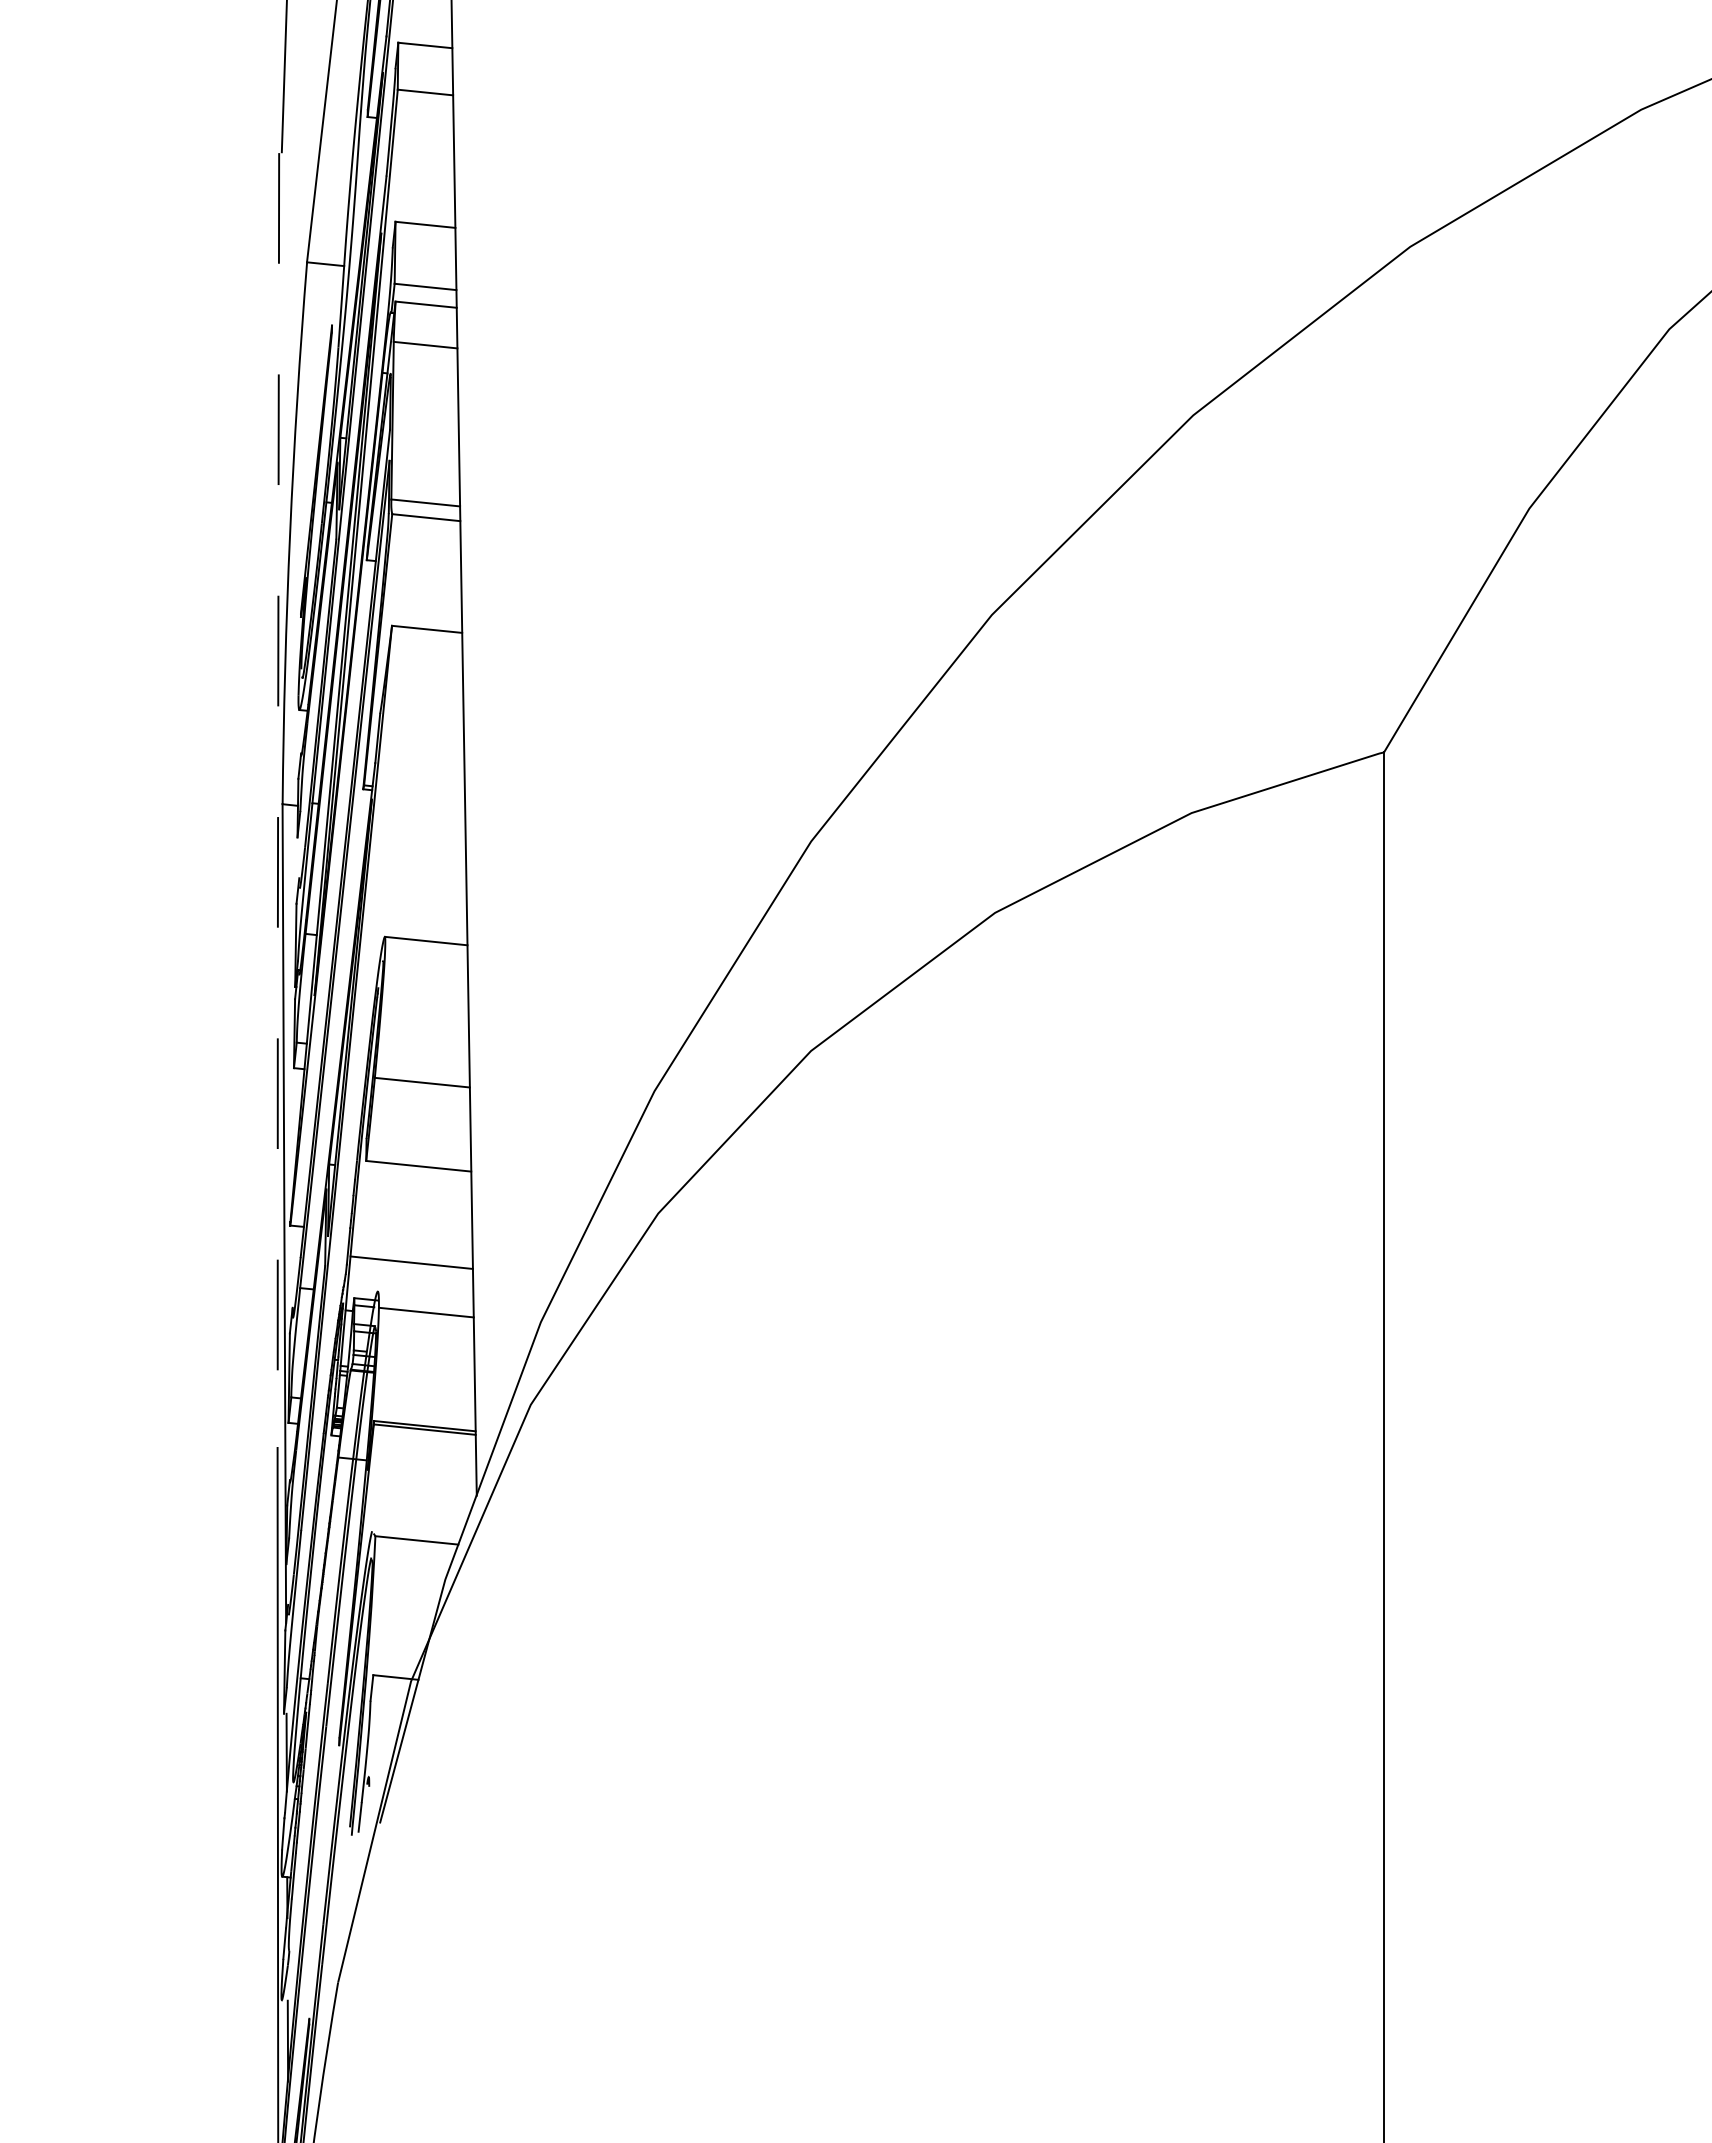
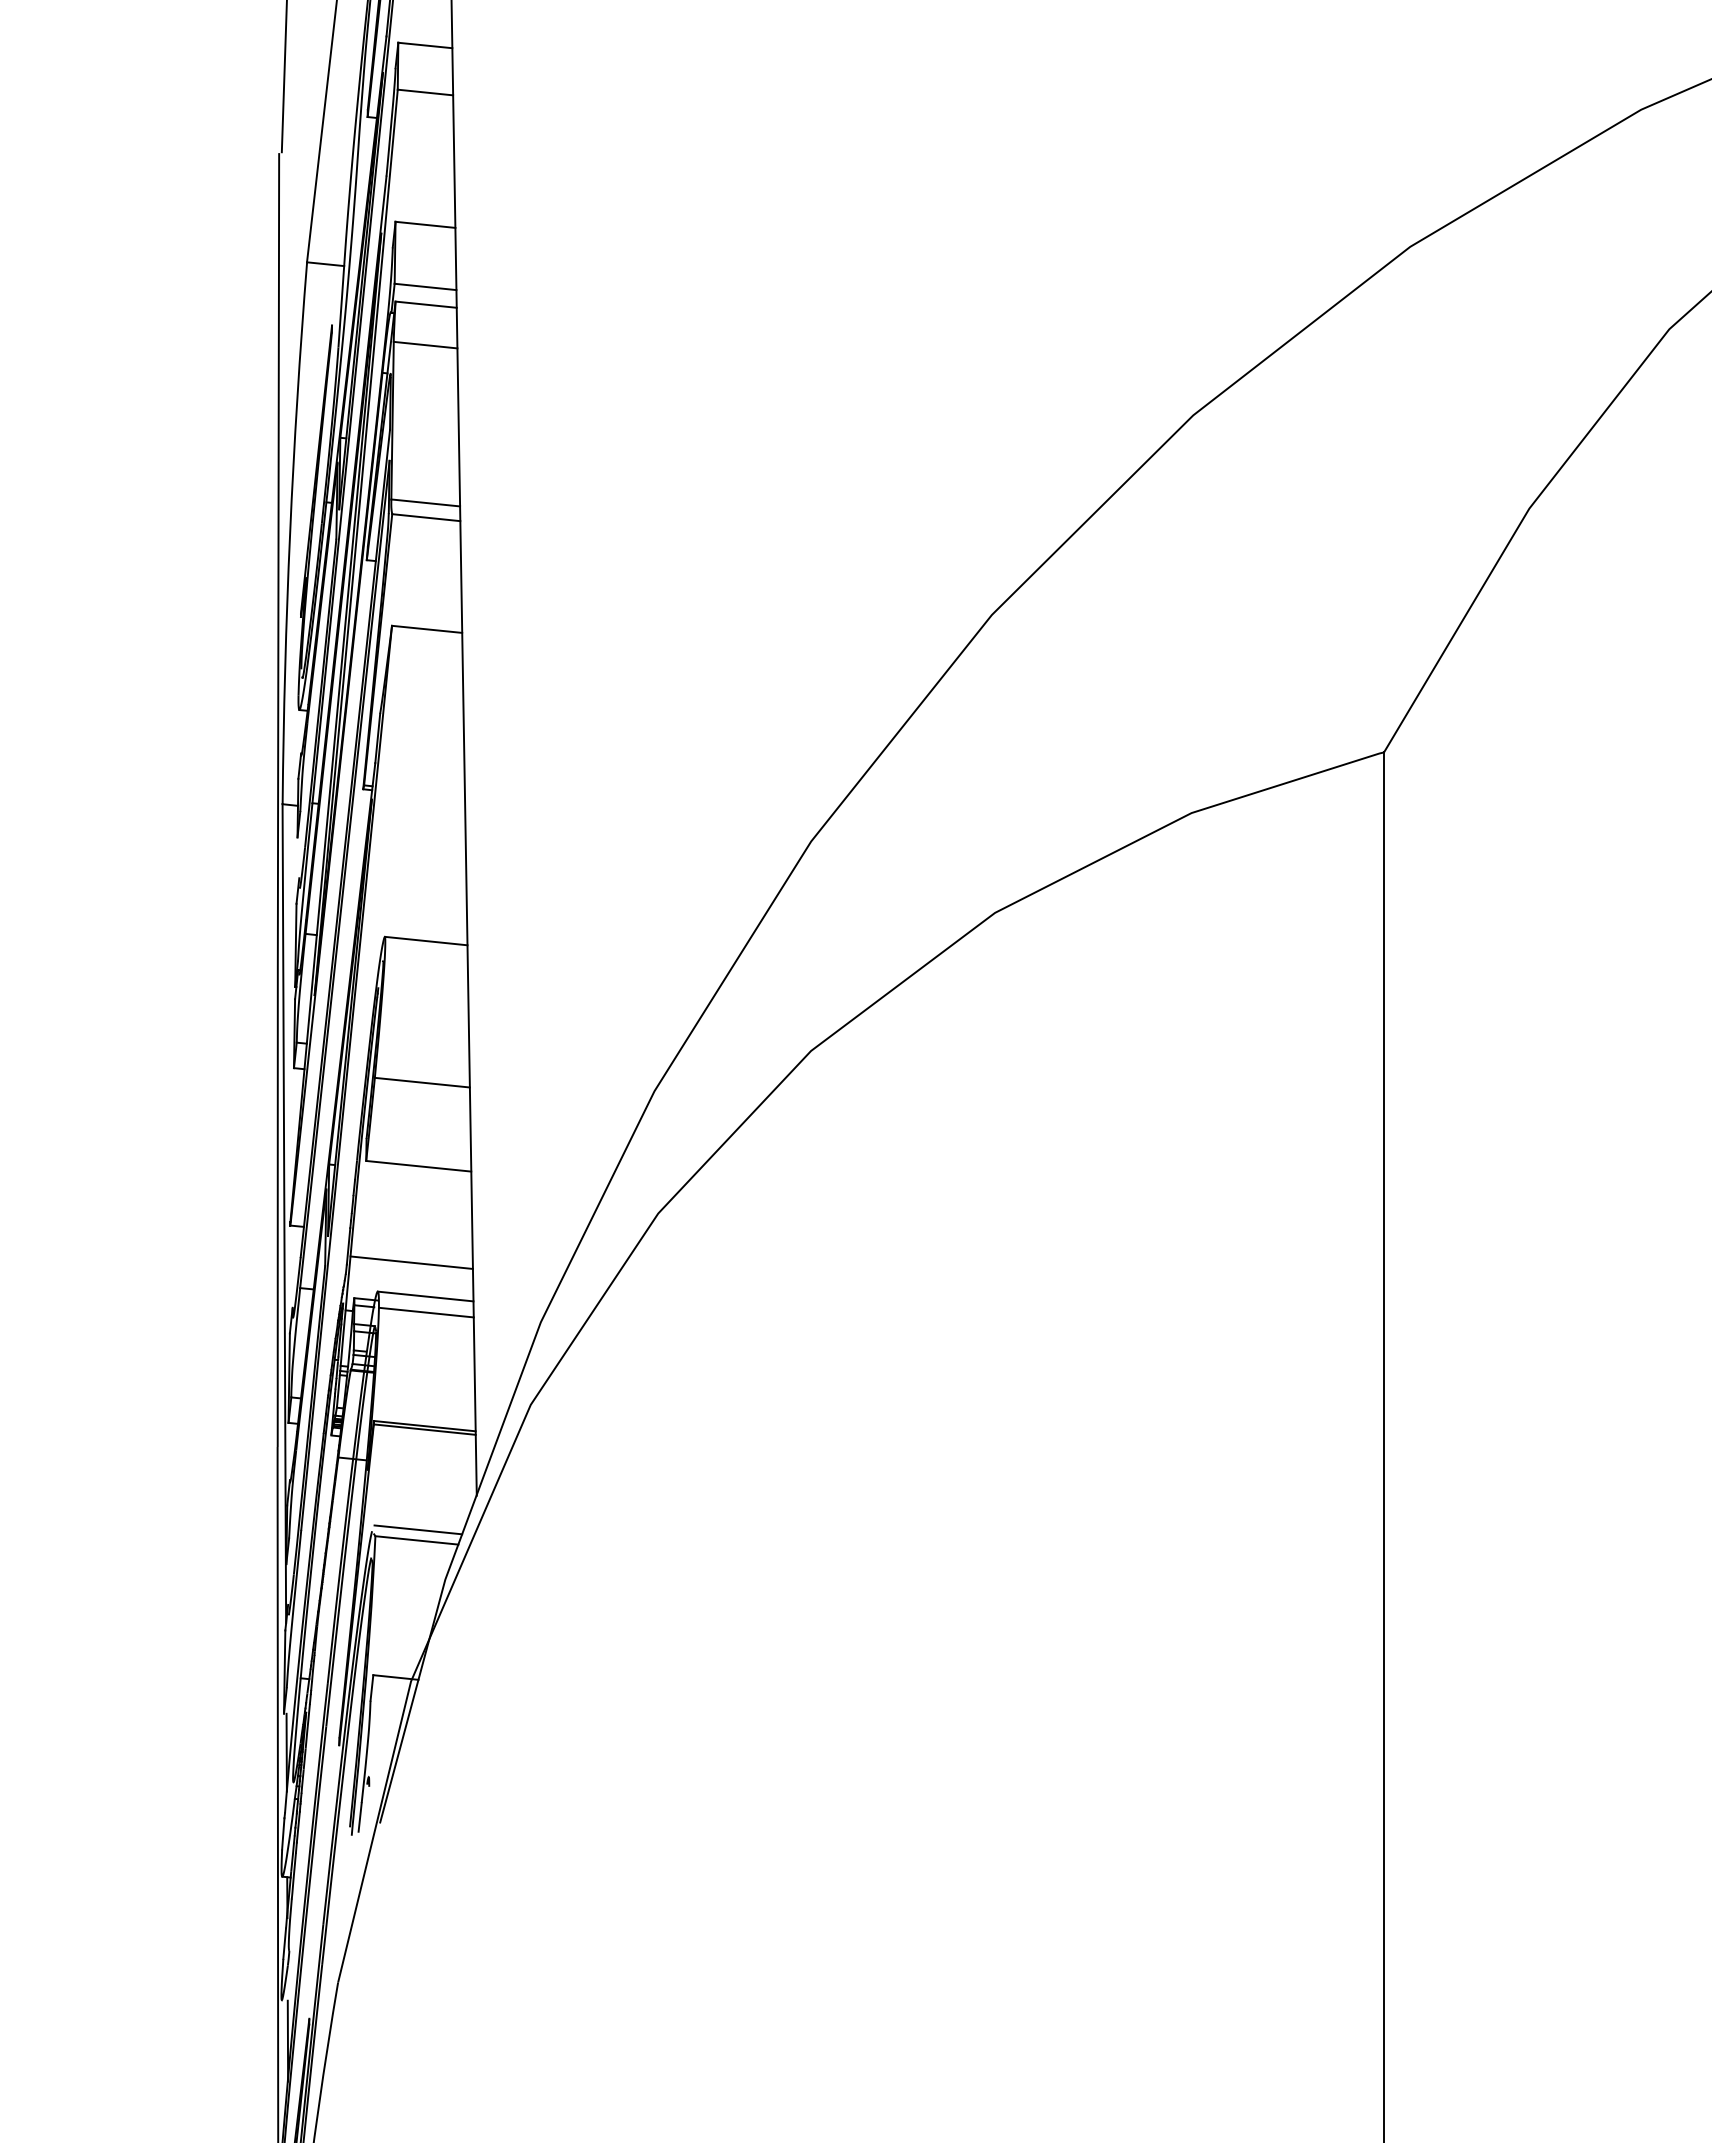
line at (278, 800): dashed -> solid
line at (425, 1296): none -> present
line at (418, 1529): none -> present
